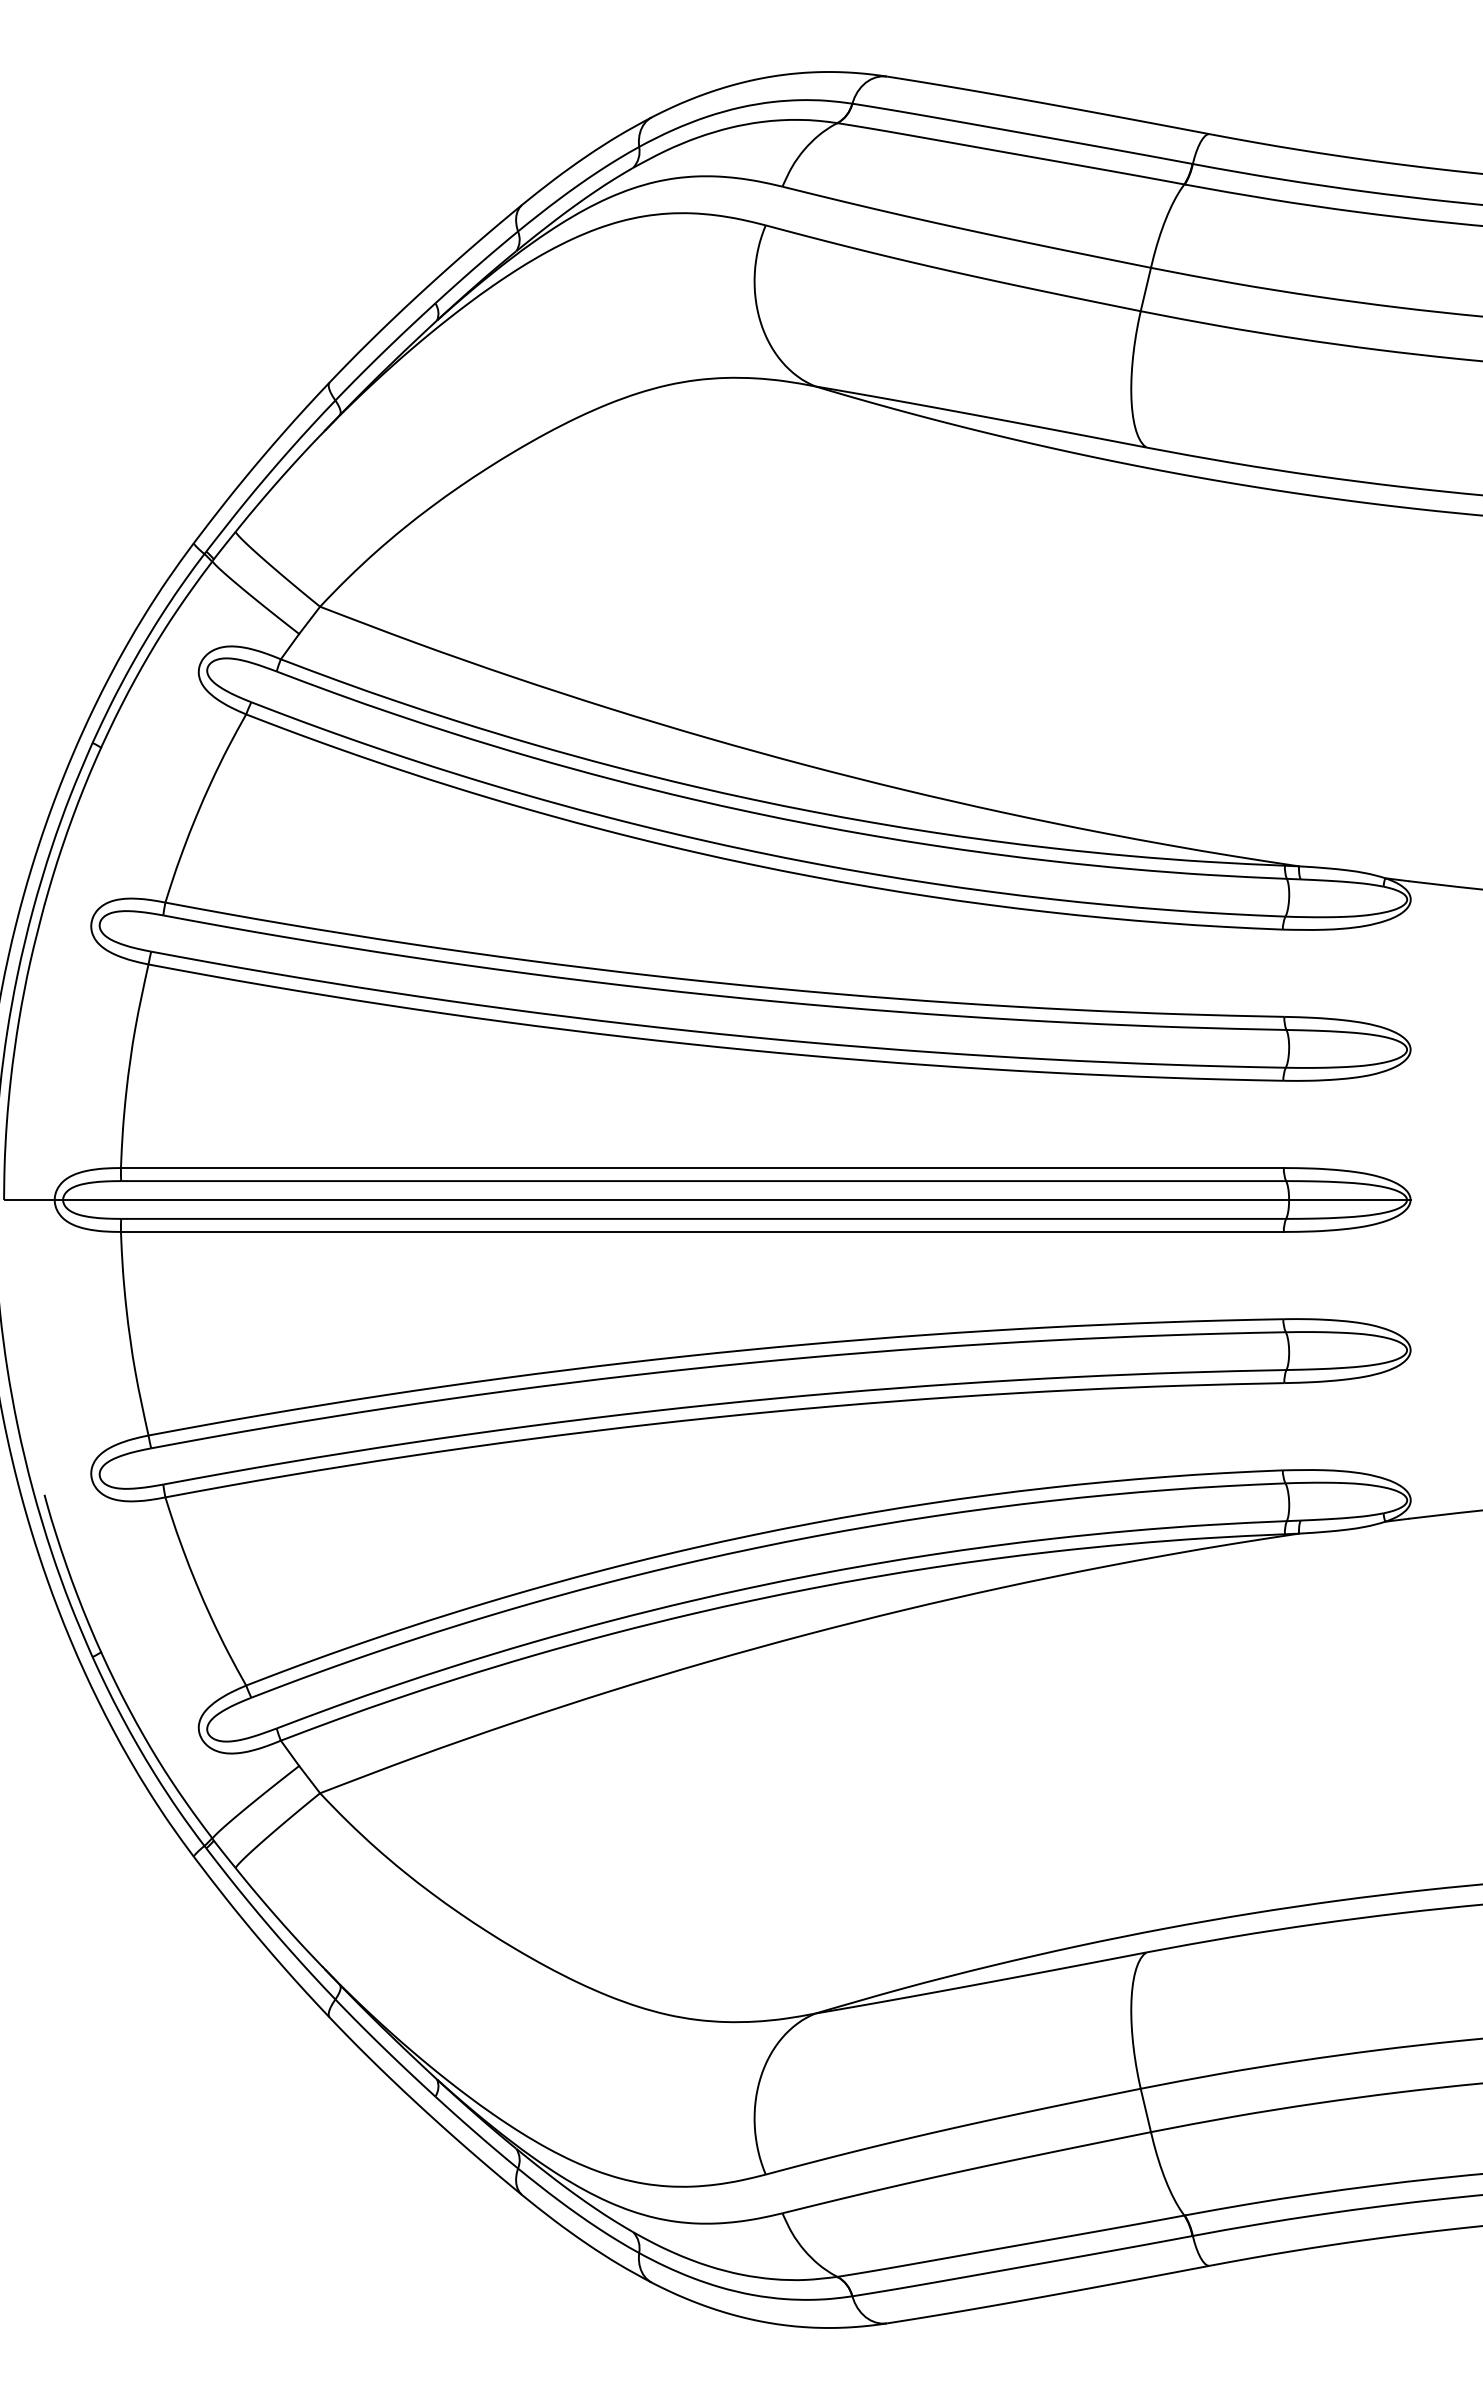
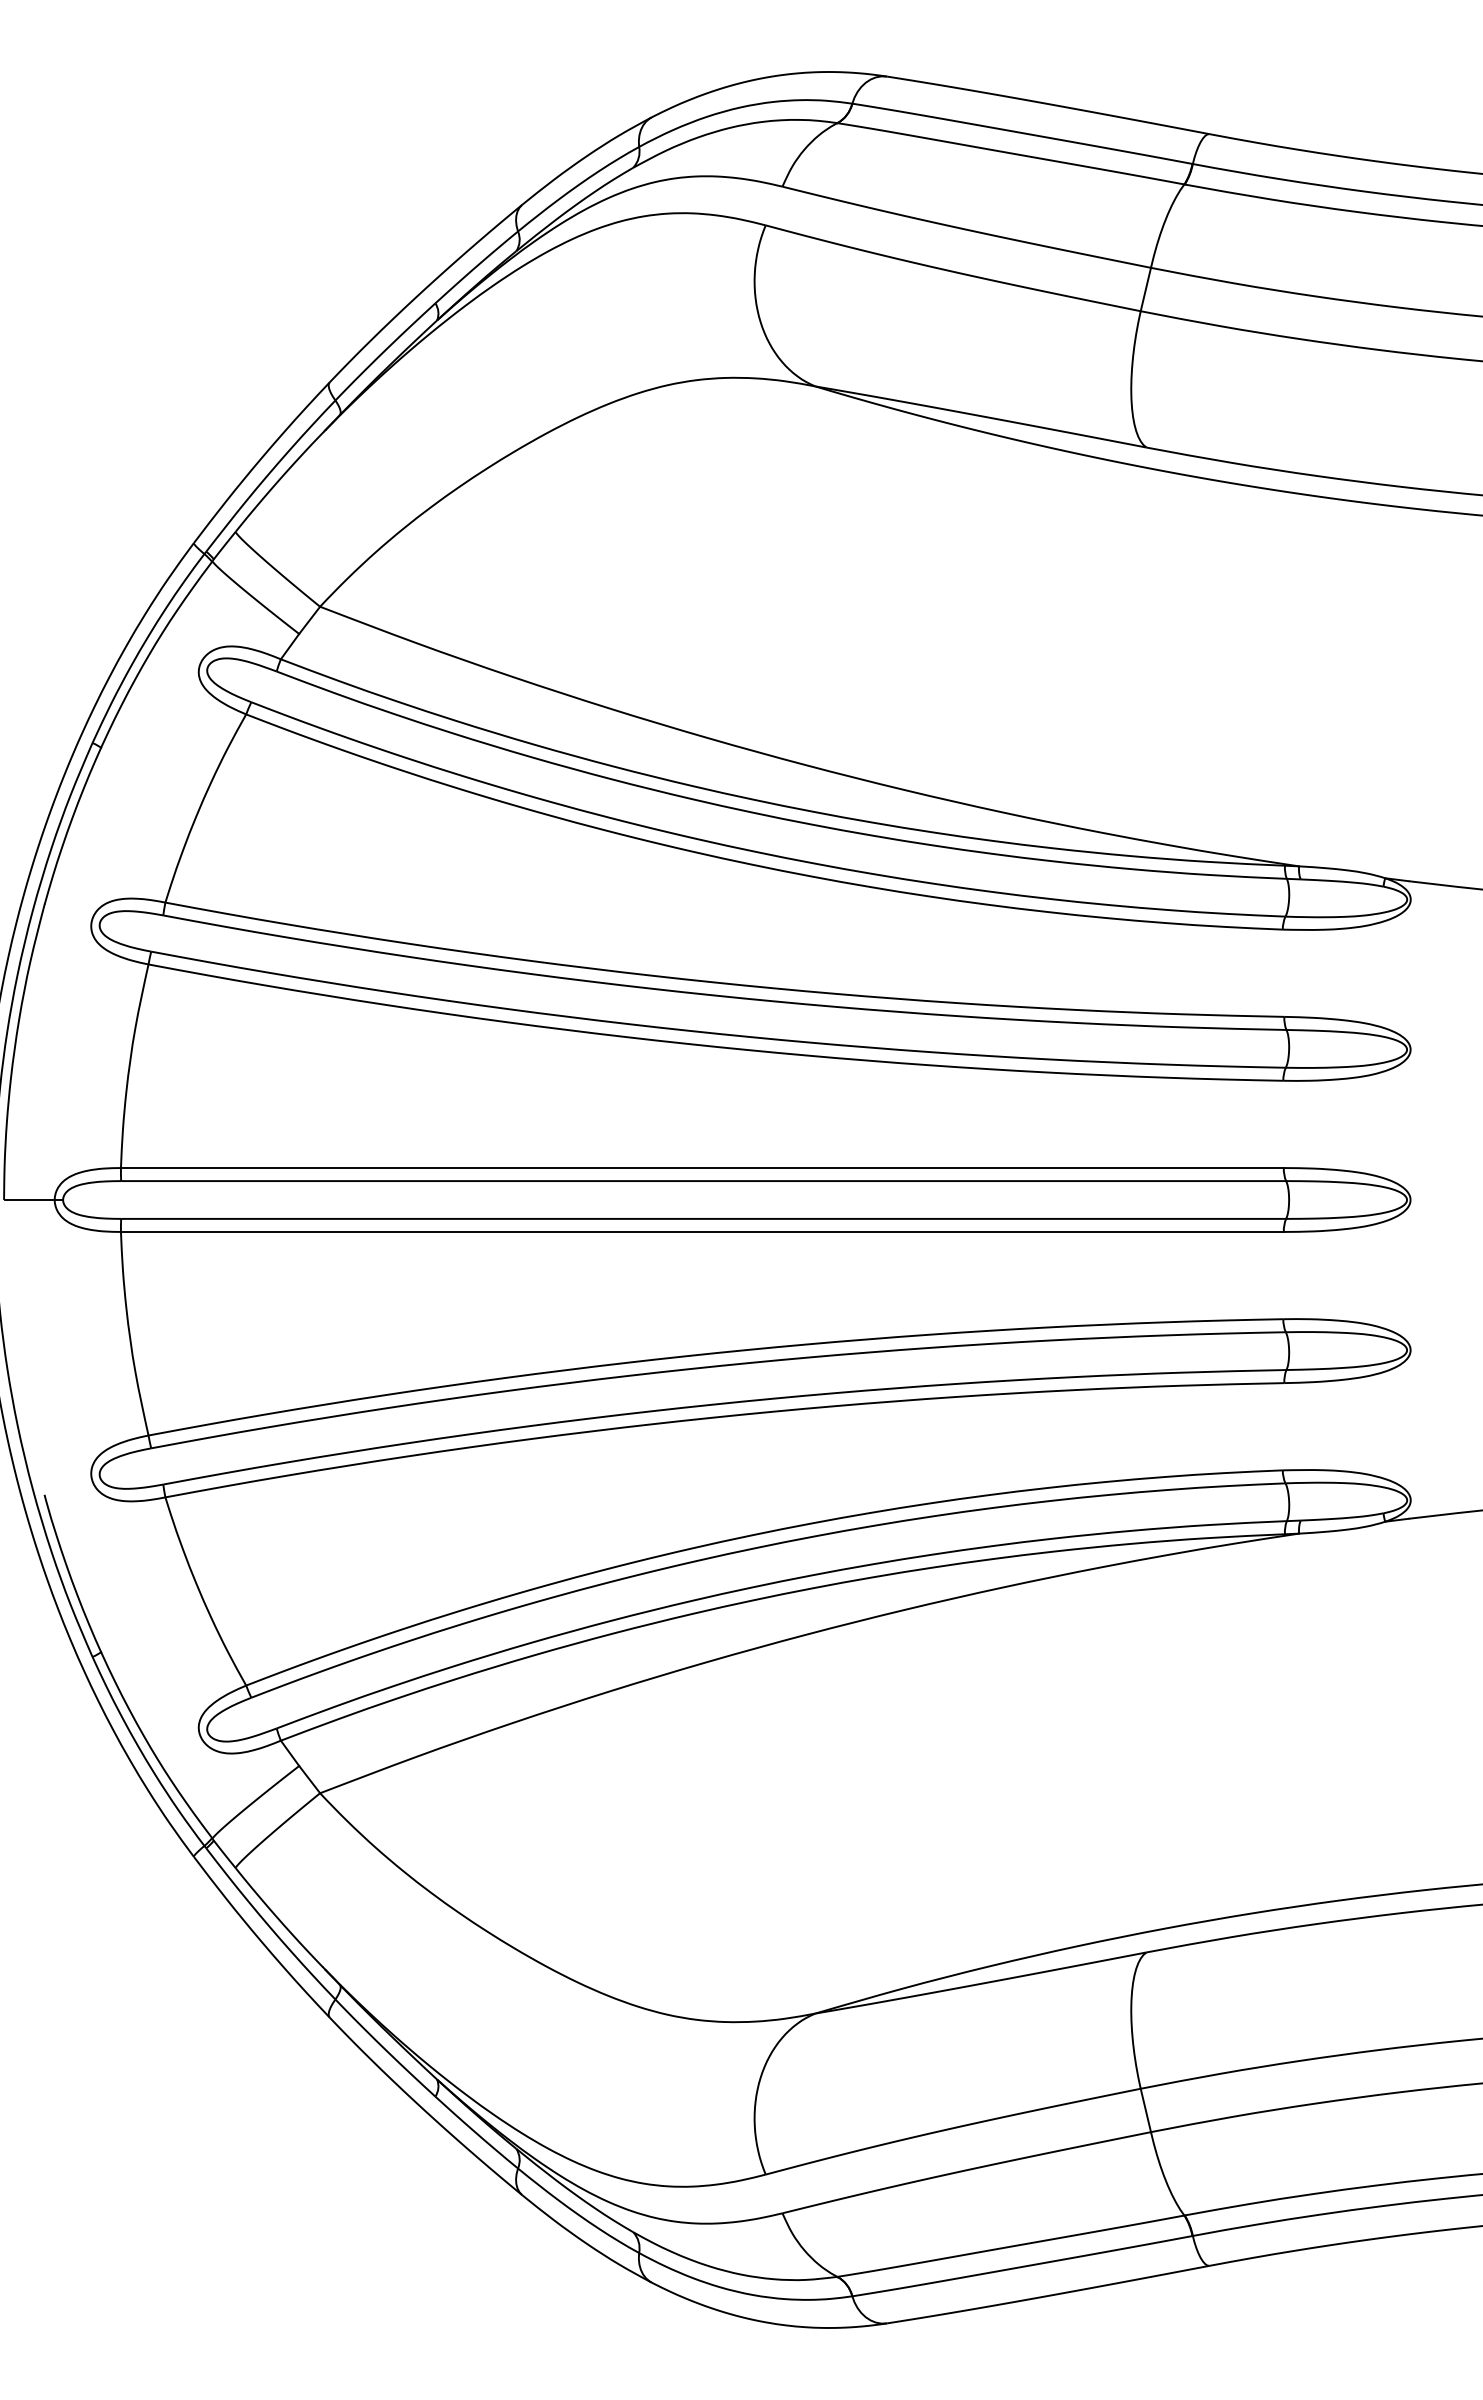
line at (736, 1200): present -> none
